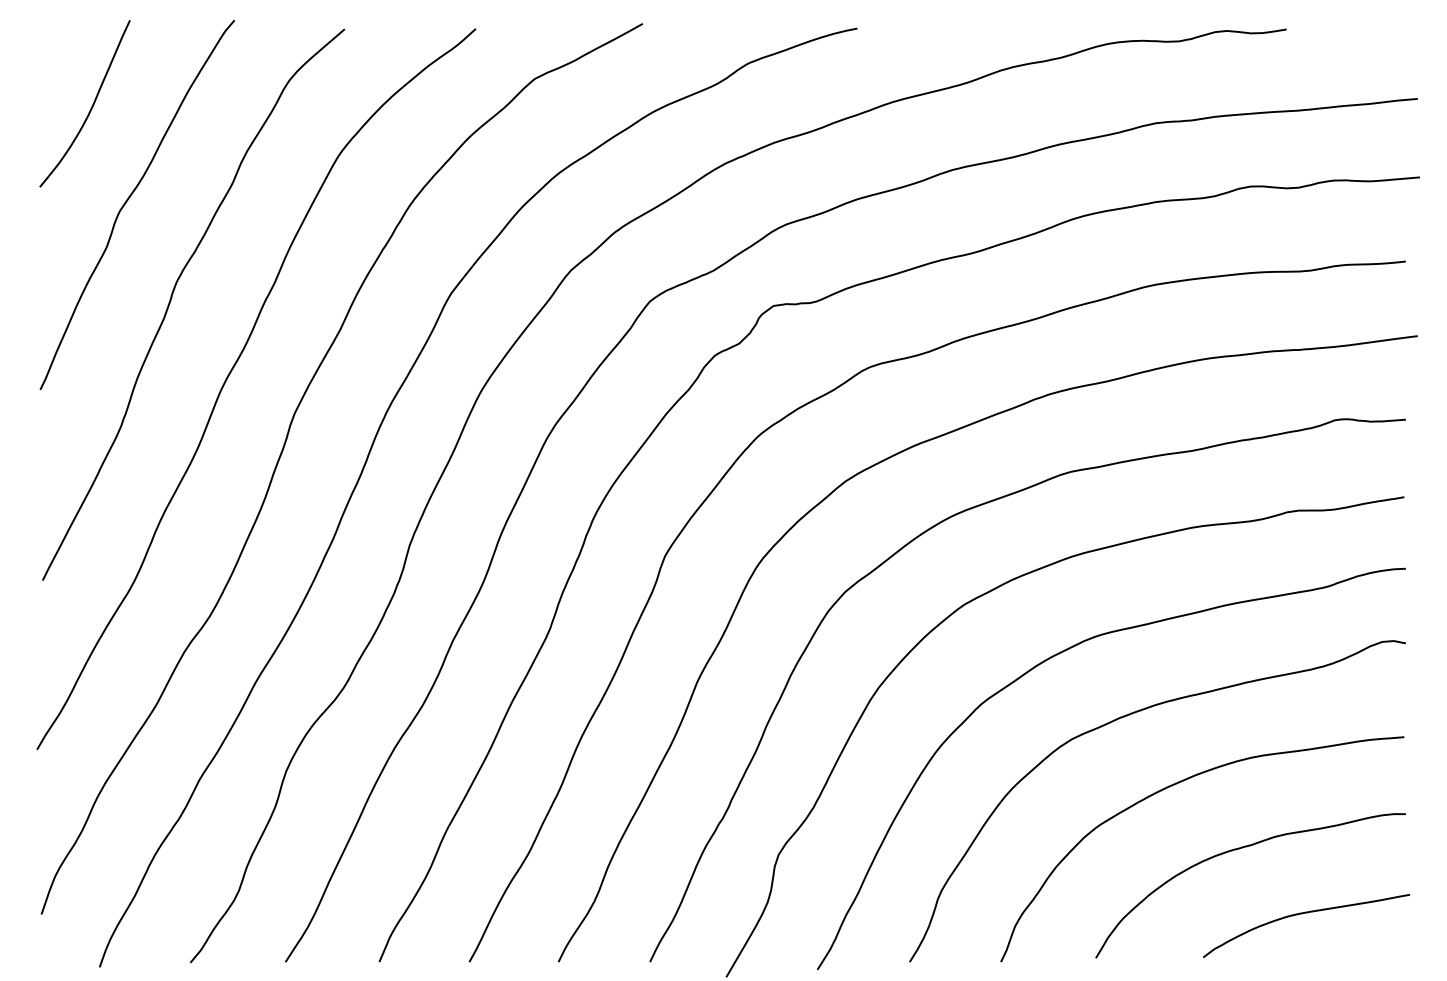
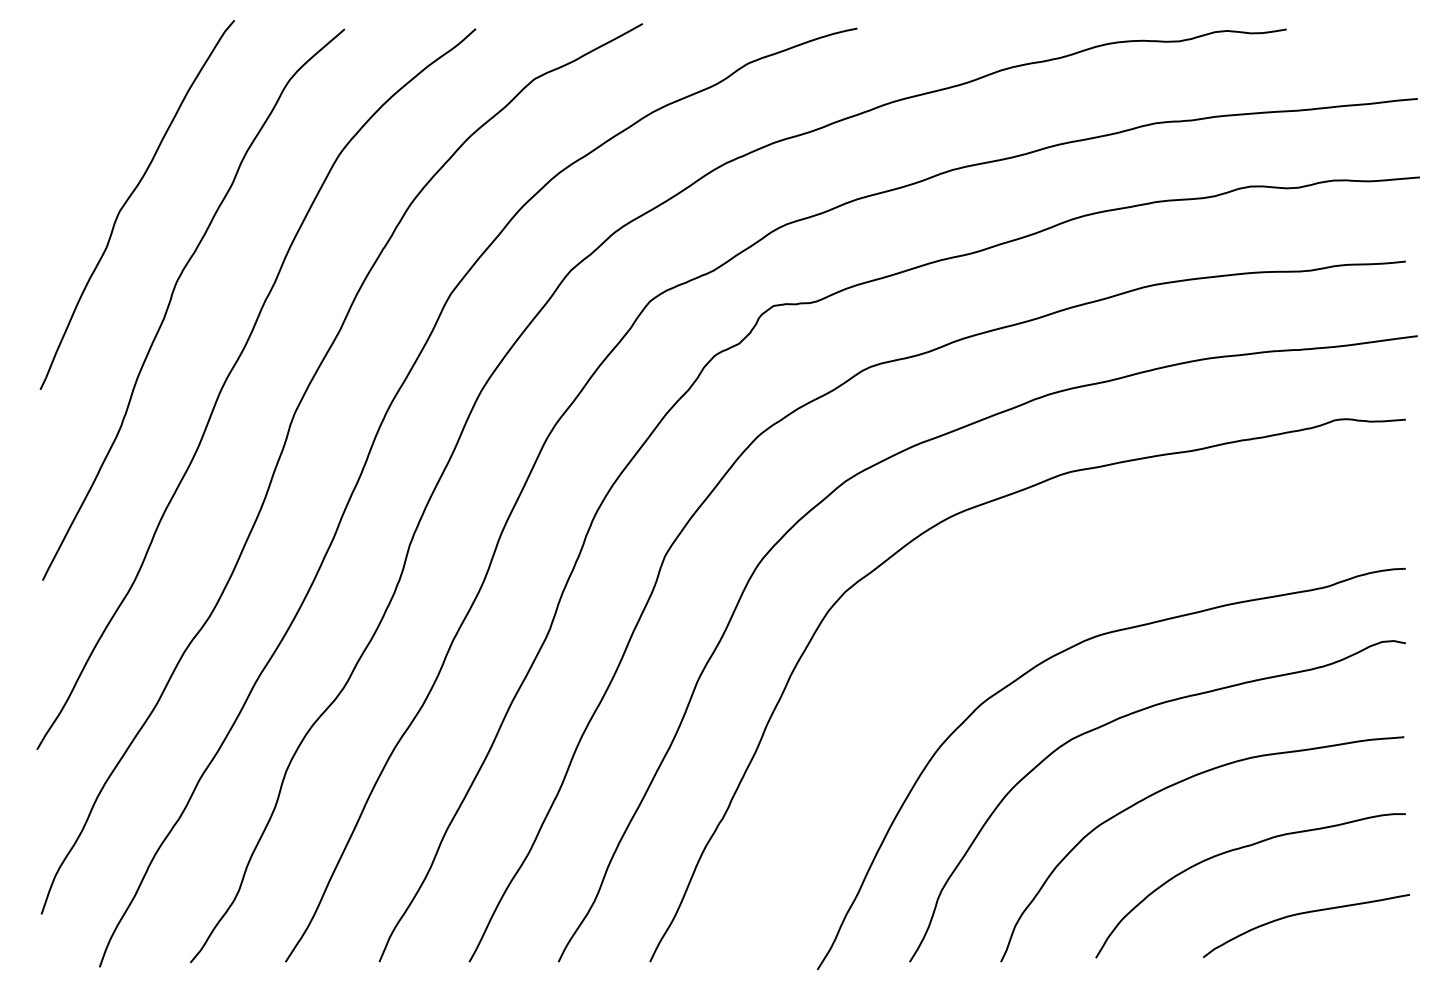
curve at (91, 106): present -> none
curve at (992, 591): present -> none
